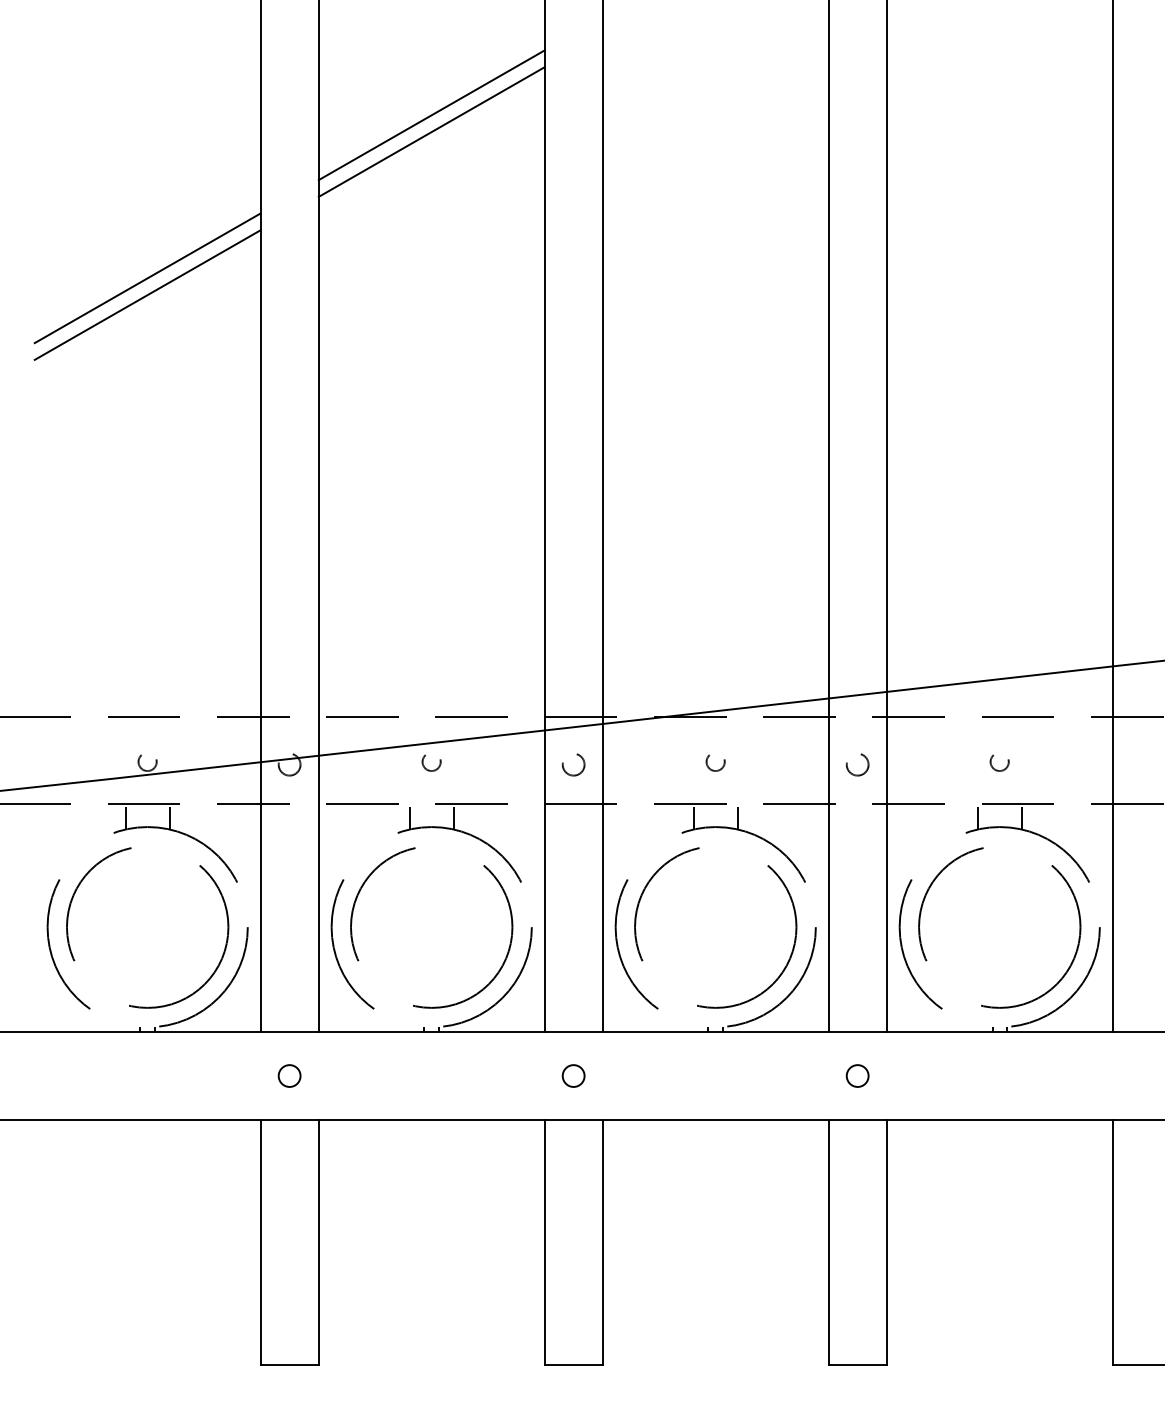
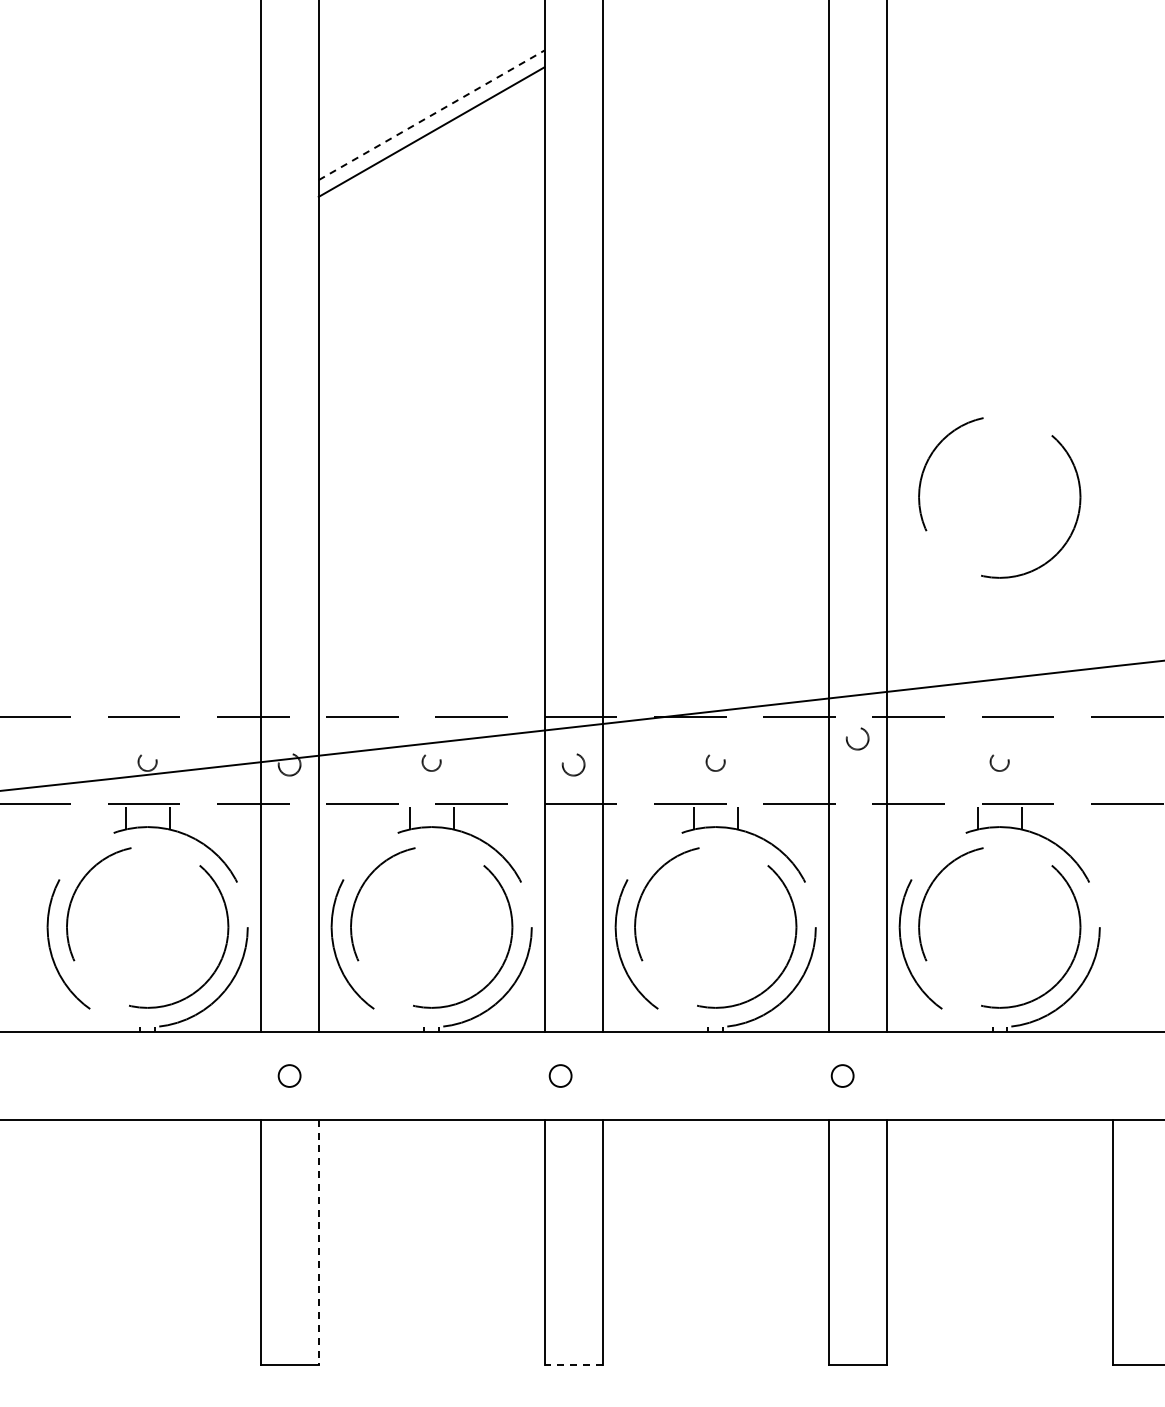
line at (432, 115): solid -> dashed
line at (147, 278): present -> none
line at (147, 294): present -> none
circle at (999, 497): none -> present
line at (1112, 517): present -> none
circle at (857, 764) position: (857, 764) -> (857, 738)
circle at (573, 1075) position: (573, 1075) -> (560, 1075)
circle at (857, 1075) position: (857, 1075) -> (842, 1075)
line at (318, 1242): solid -> dashed
line at (573, 1364): solid -> dashed
